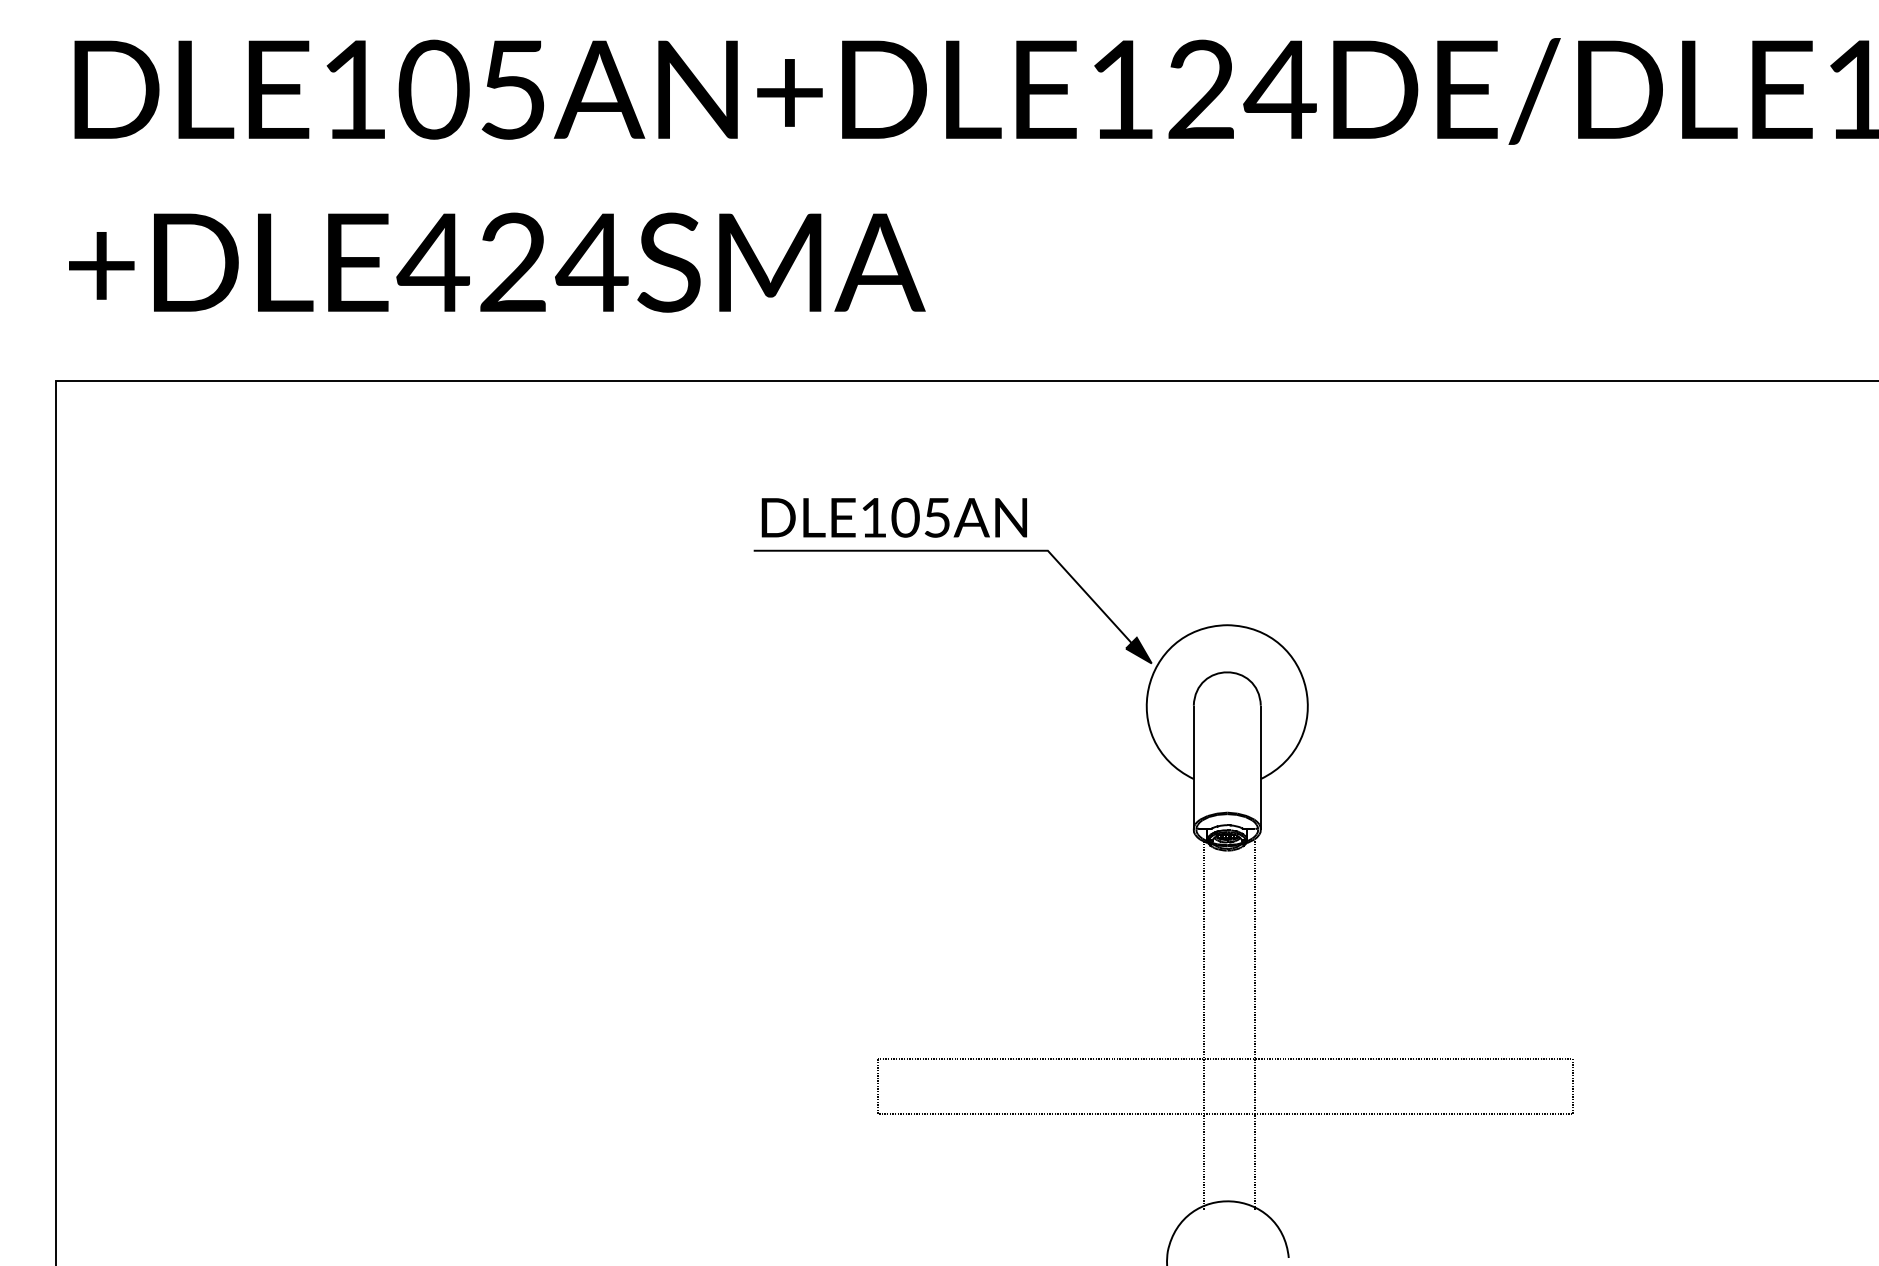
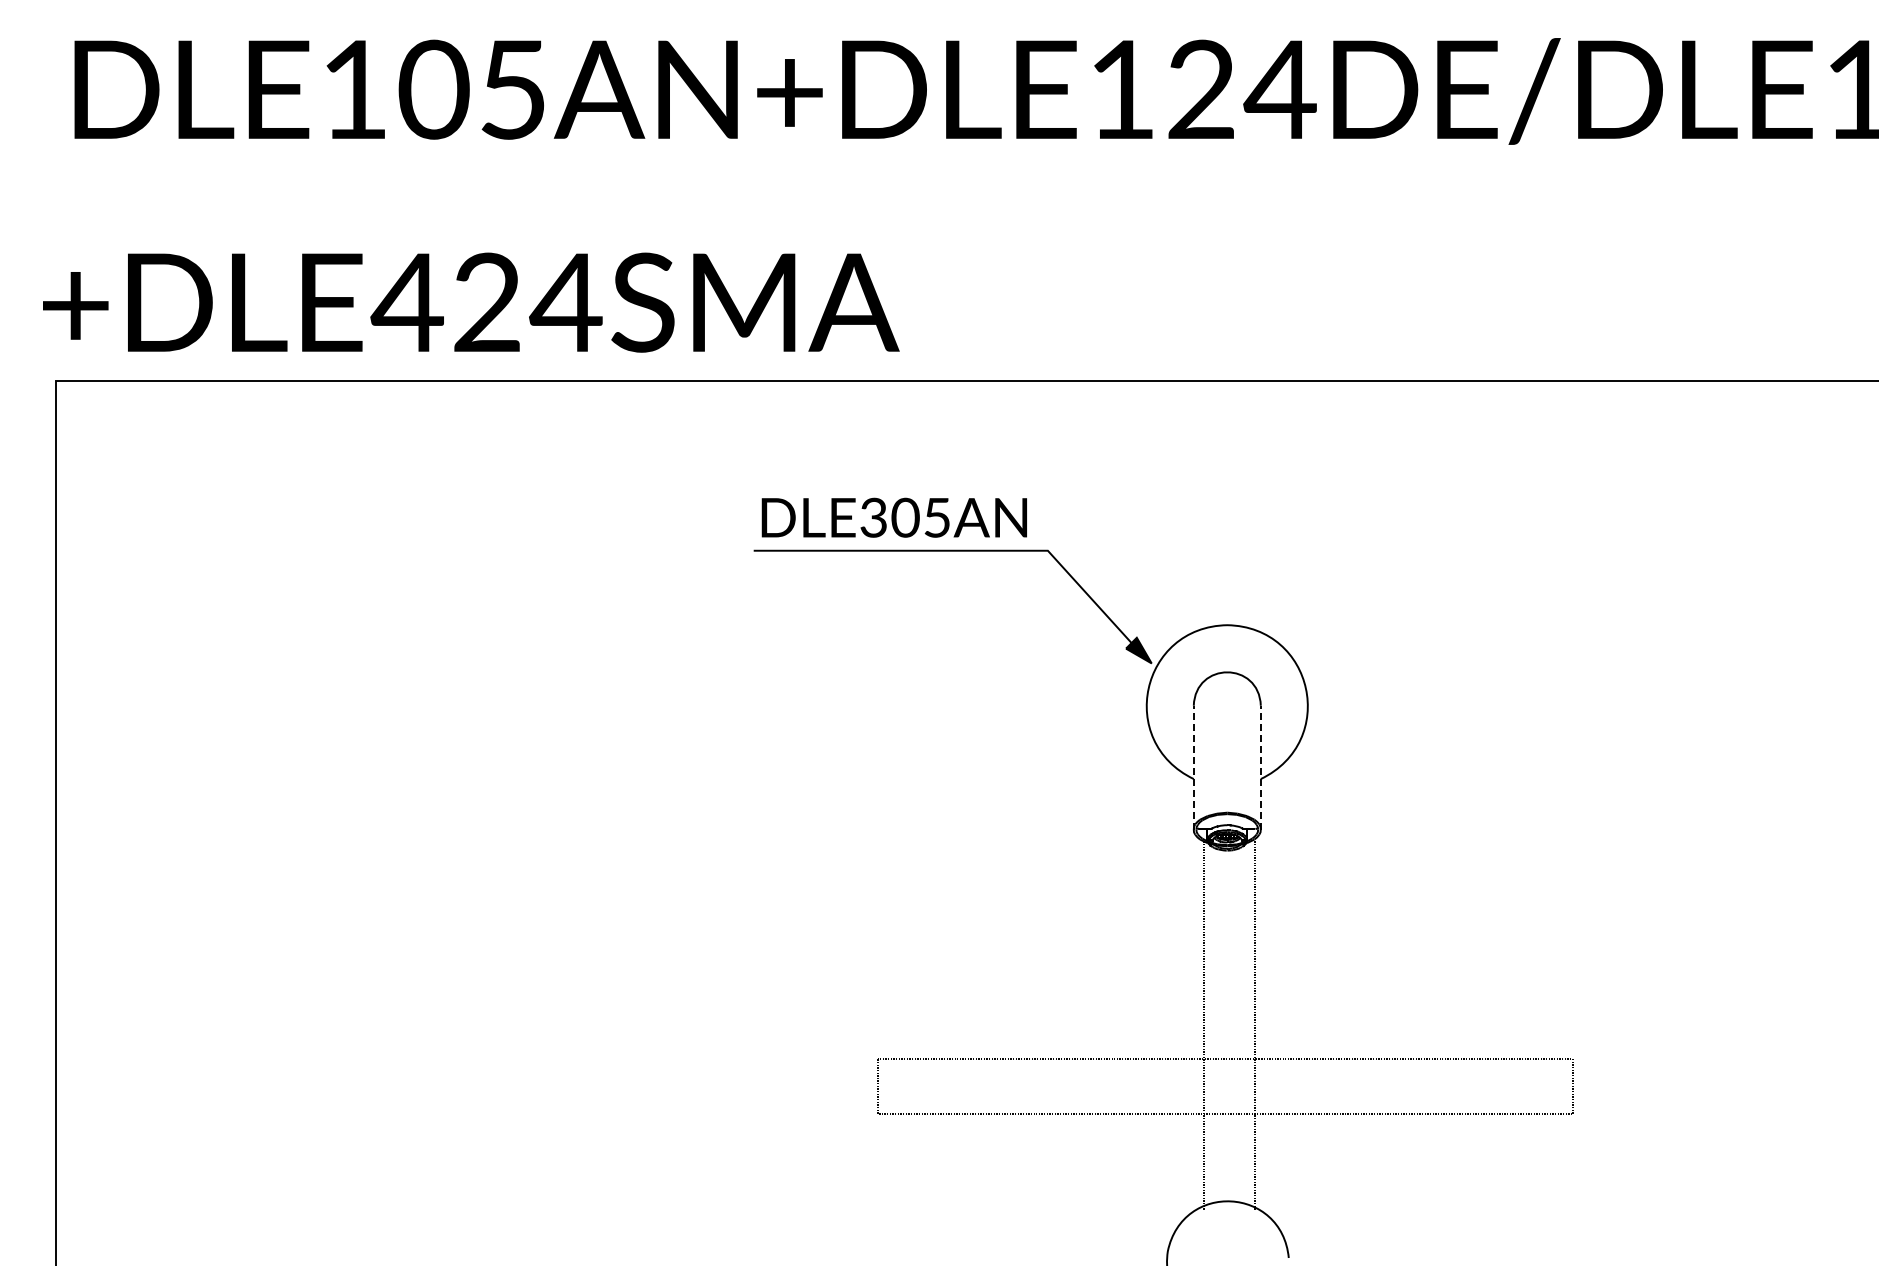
text at (497, 262) position: (497, 262) -> (471, 302)
text at (873, 517): DLE105AN -> DLE305AN
line at (1193, 767): solid -> dashed
line at (1260, 767): solid -> dashed
